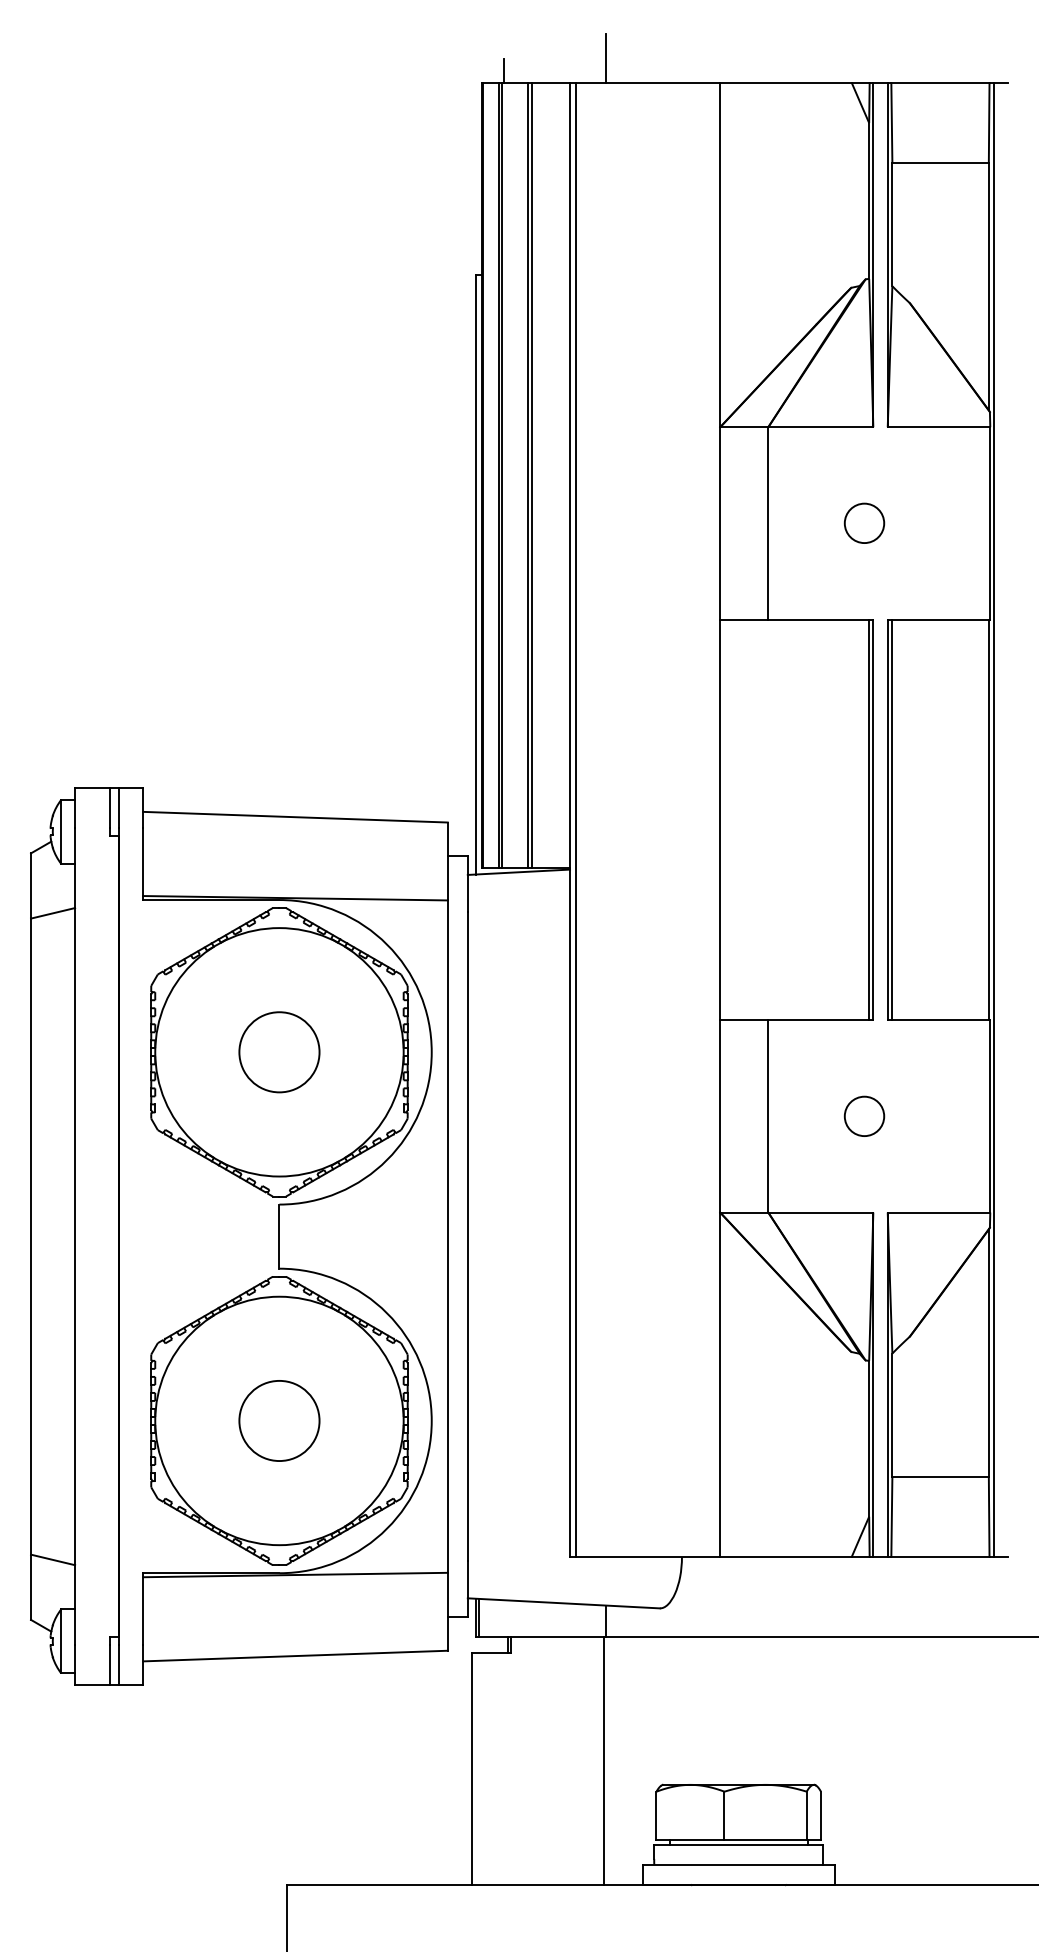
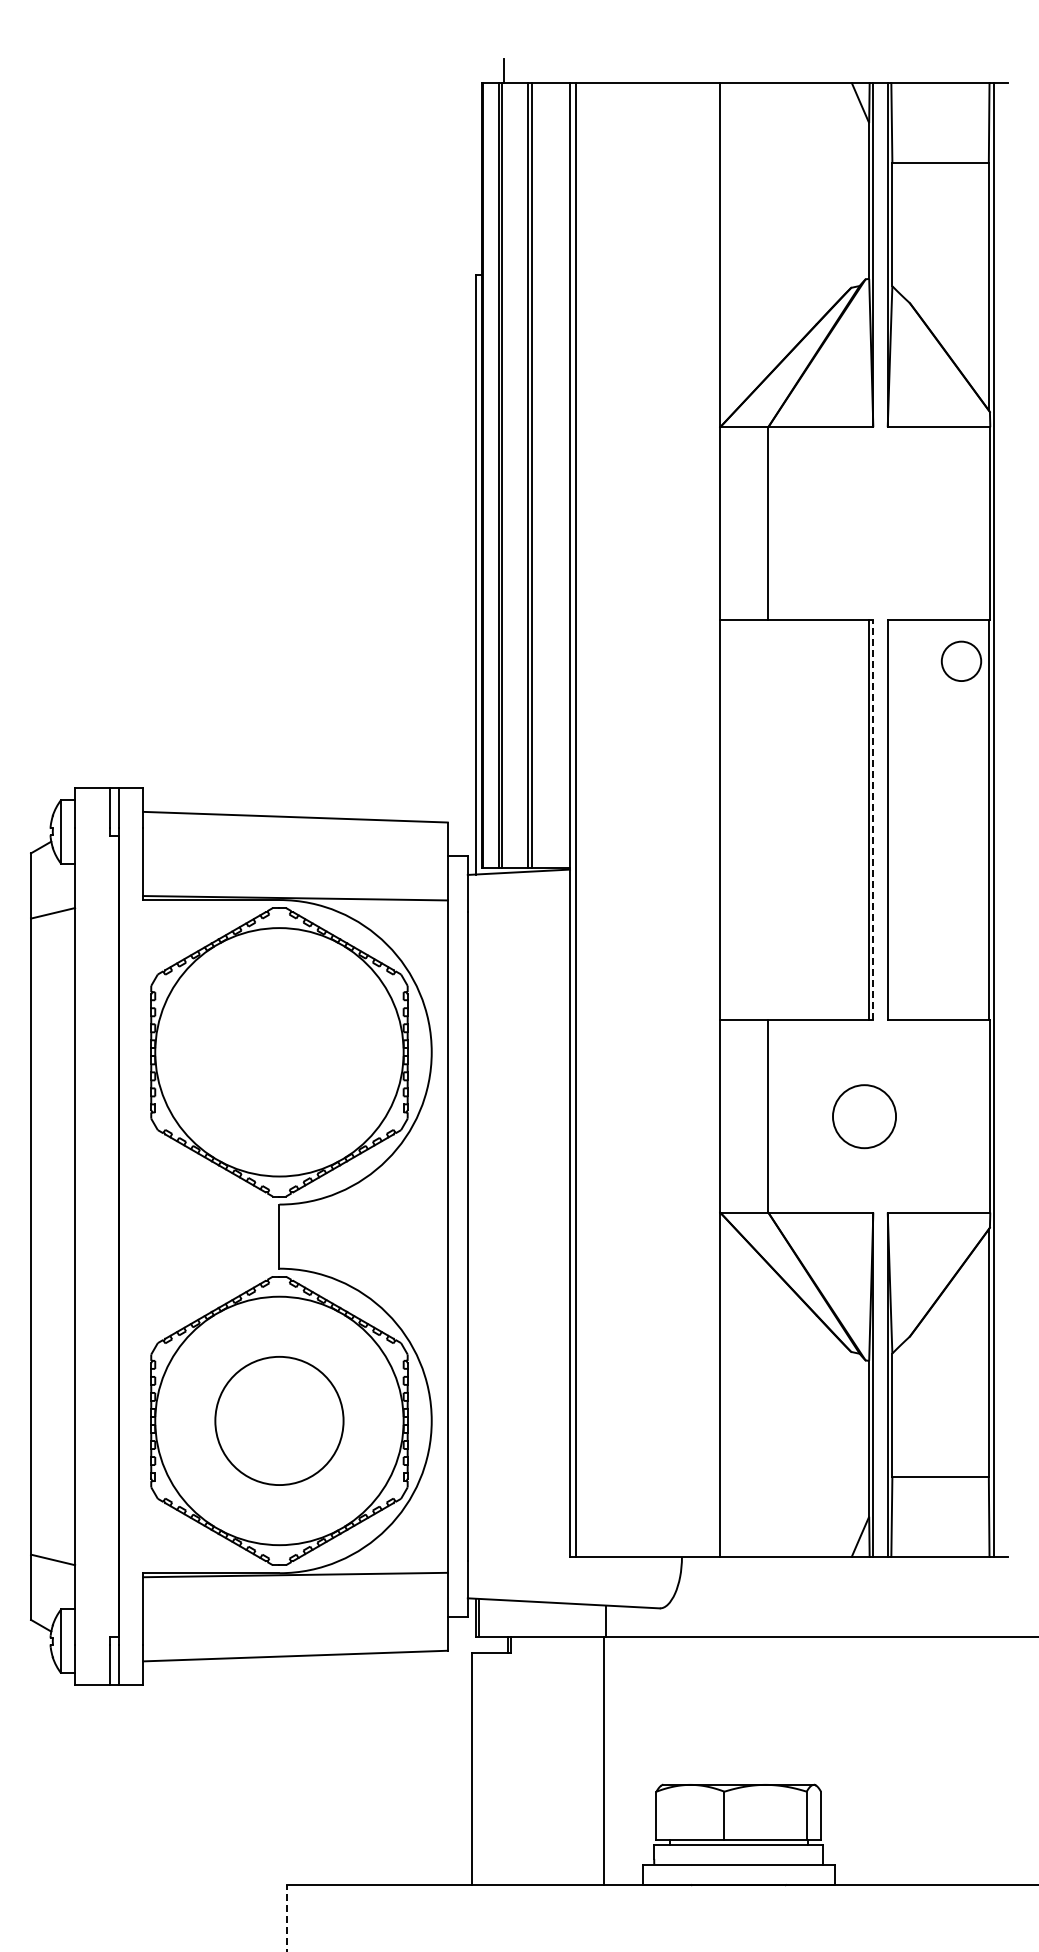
line at (605, 57): present -> none
circle at (864, 522) position: (864, 522) -> (961, 660)
line at (873, 819): solid -> dashed
line at (892, 819): present -> none
circle at (279, 1052): present -> none
circle at (864, 1115) size: 43x42 px -> 65x66 px
circle at (279, 1420) diameter: 80 px -> 128 px
line at (287, 1917): solid -> dashed
